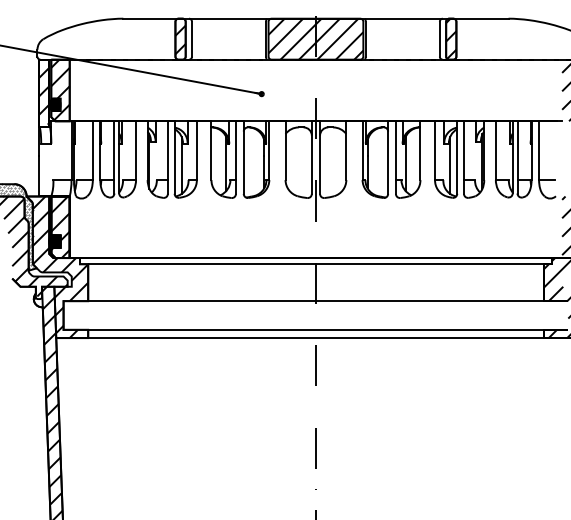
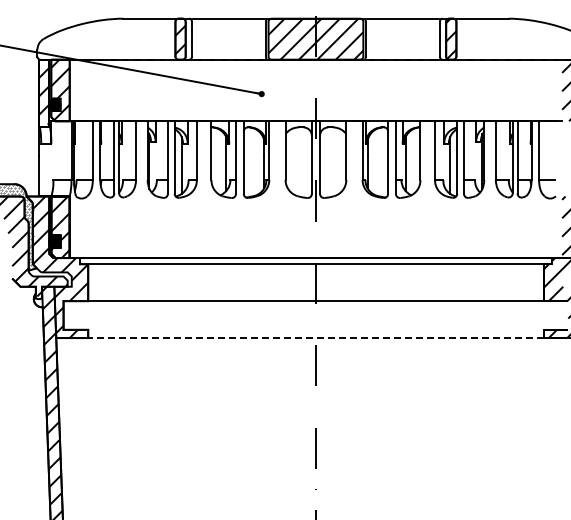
line at (315, 329): present -> none
line at (315, 338): solid -> dashed
